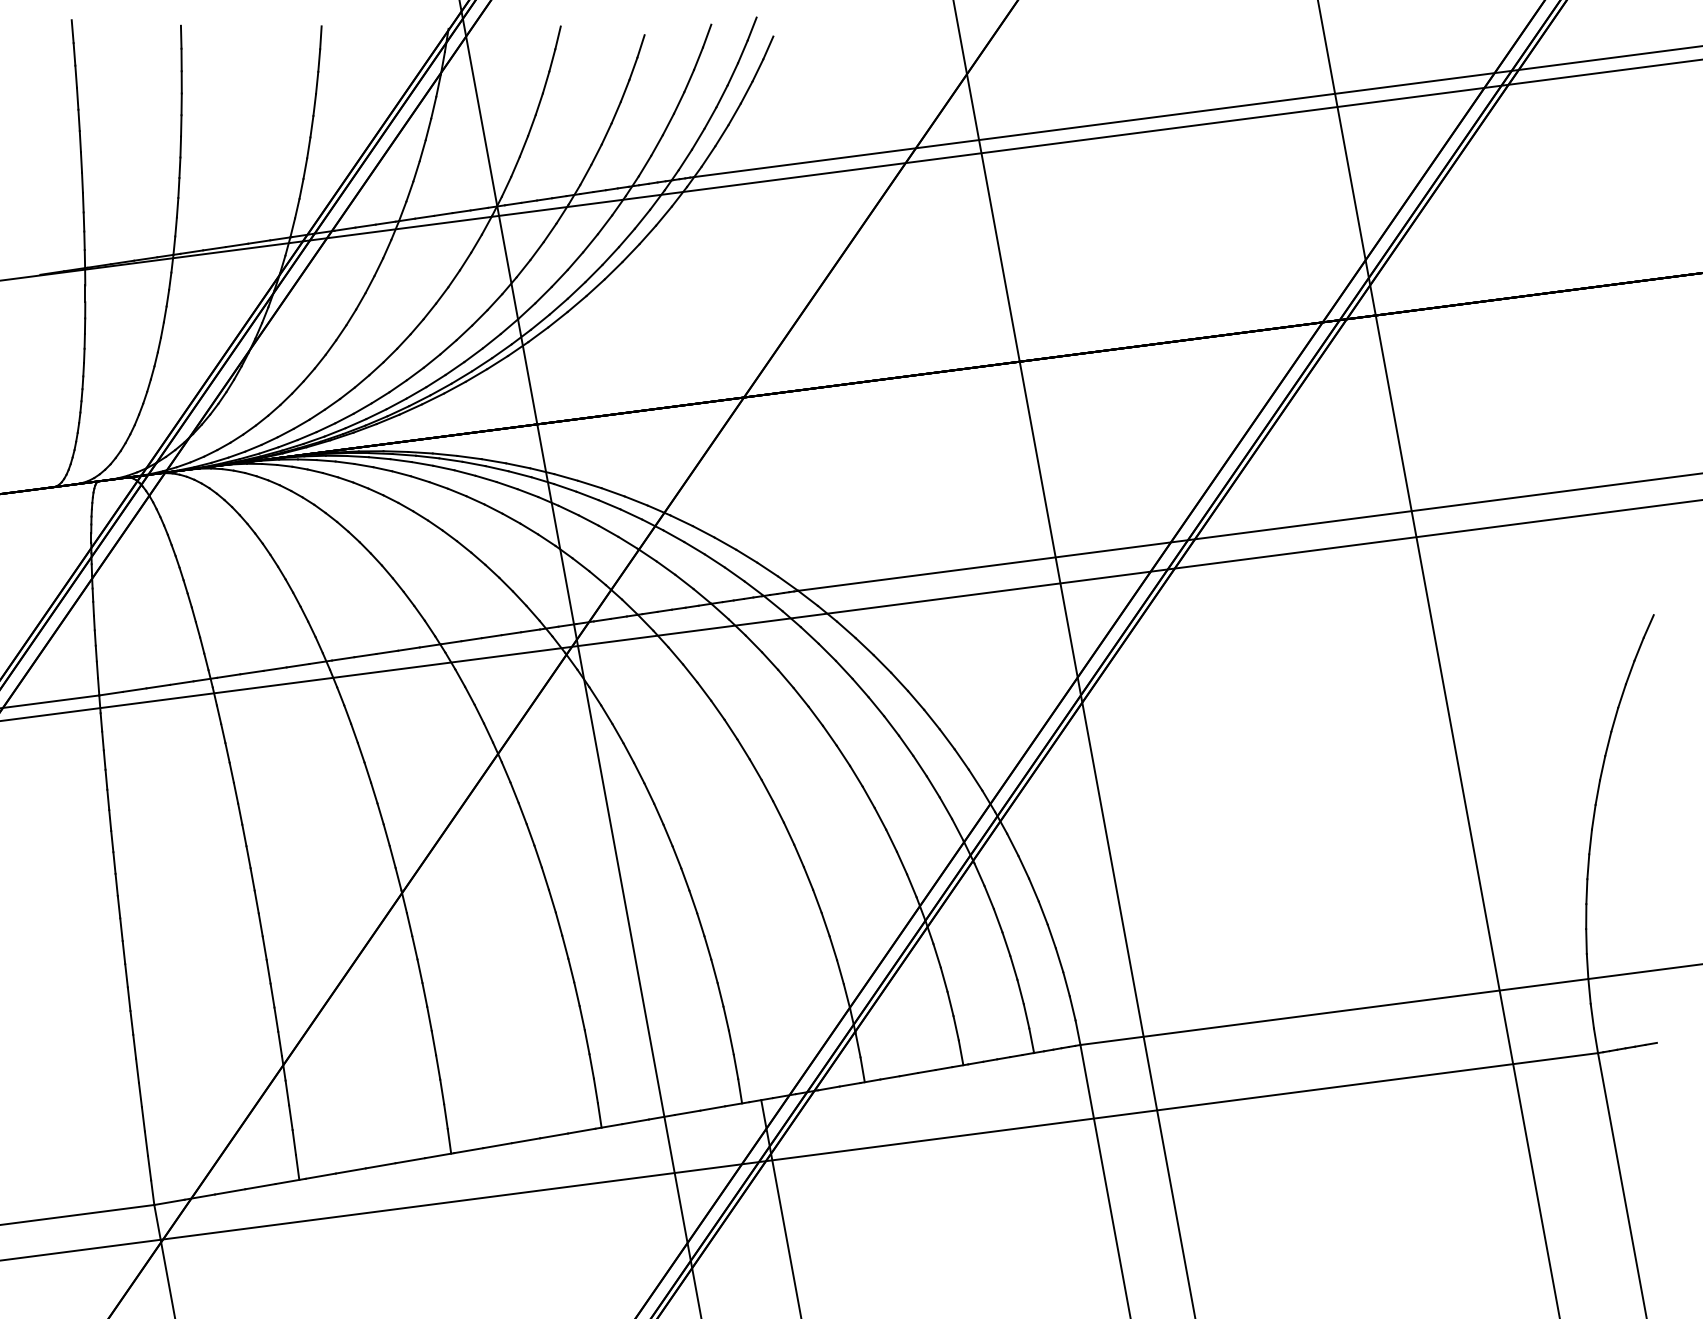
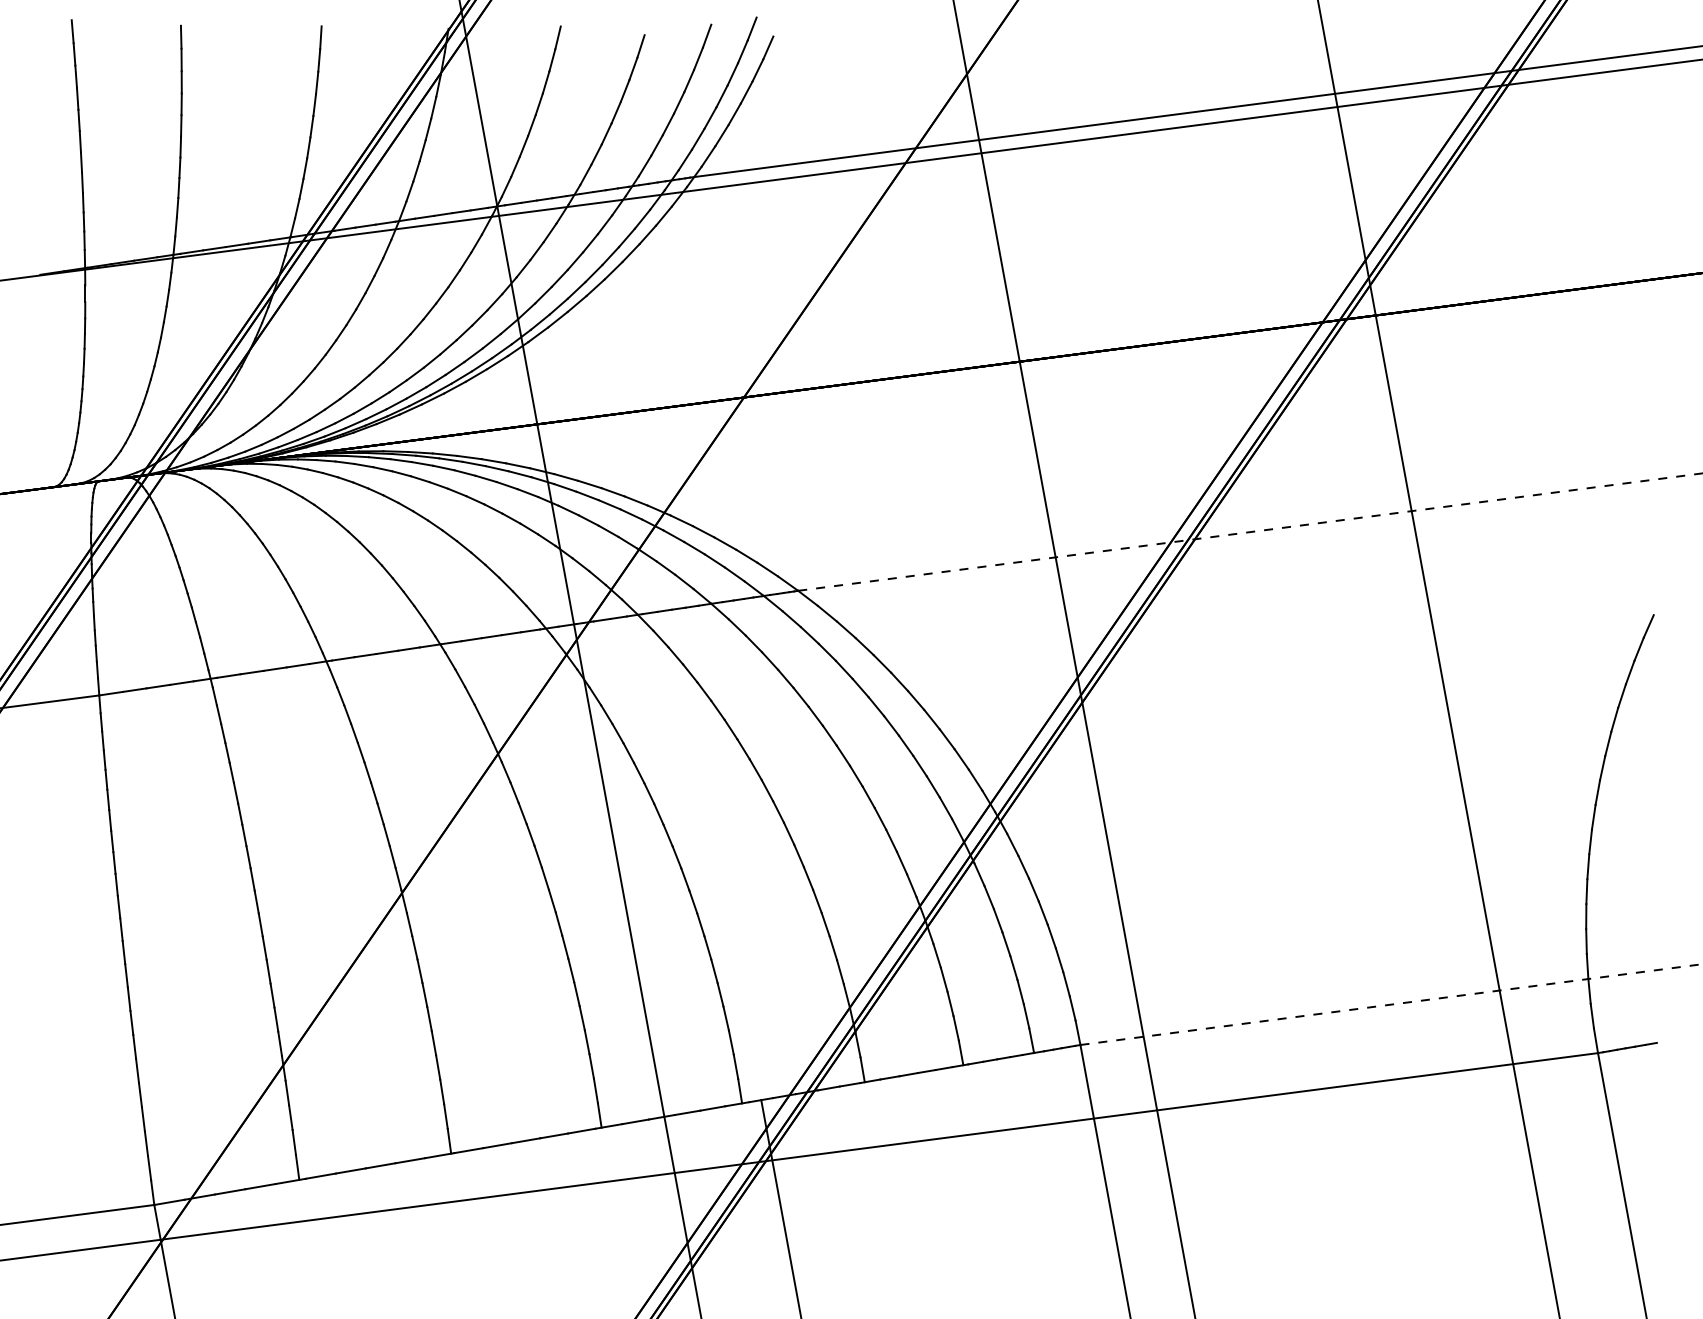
line at (1250, 532): solid -> dashed
line at (850, 610): present -> none
line at (1391, 1004): solid -> dashed
